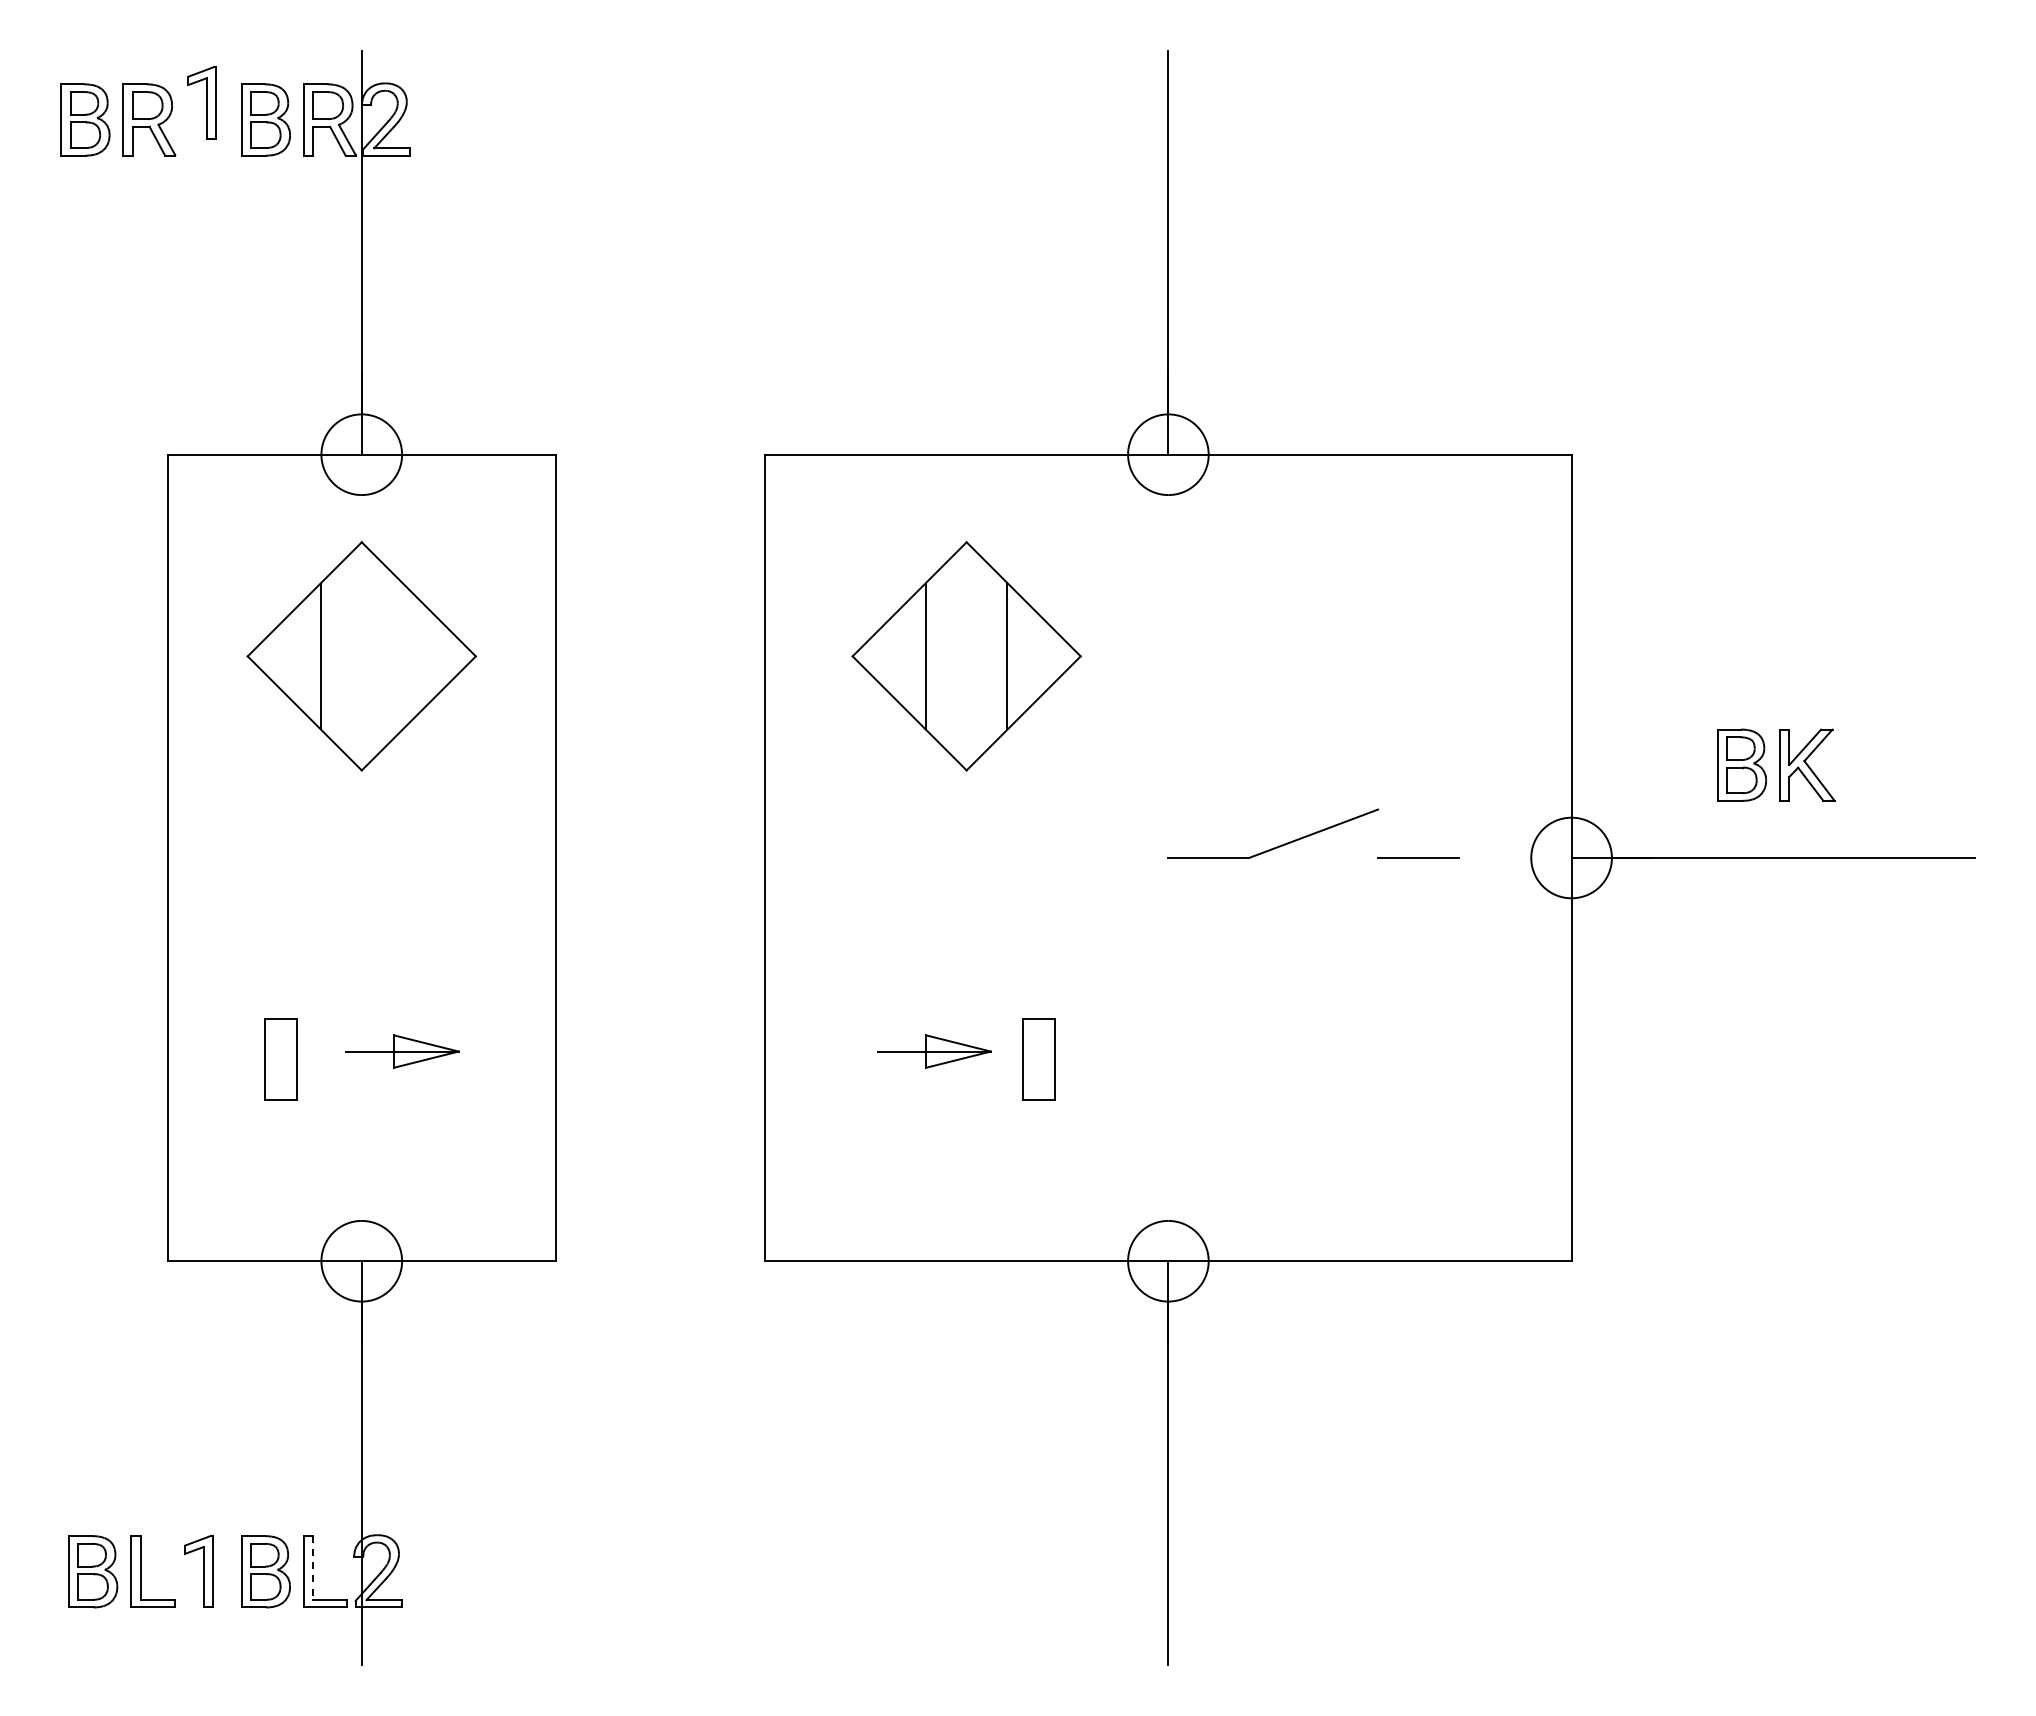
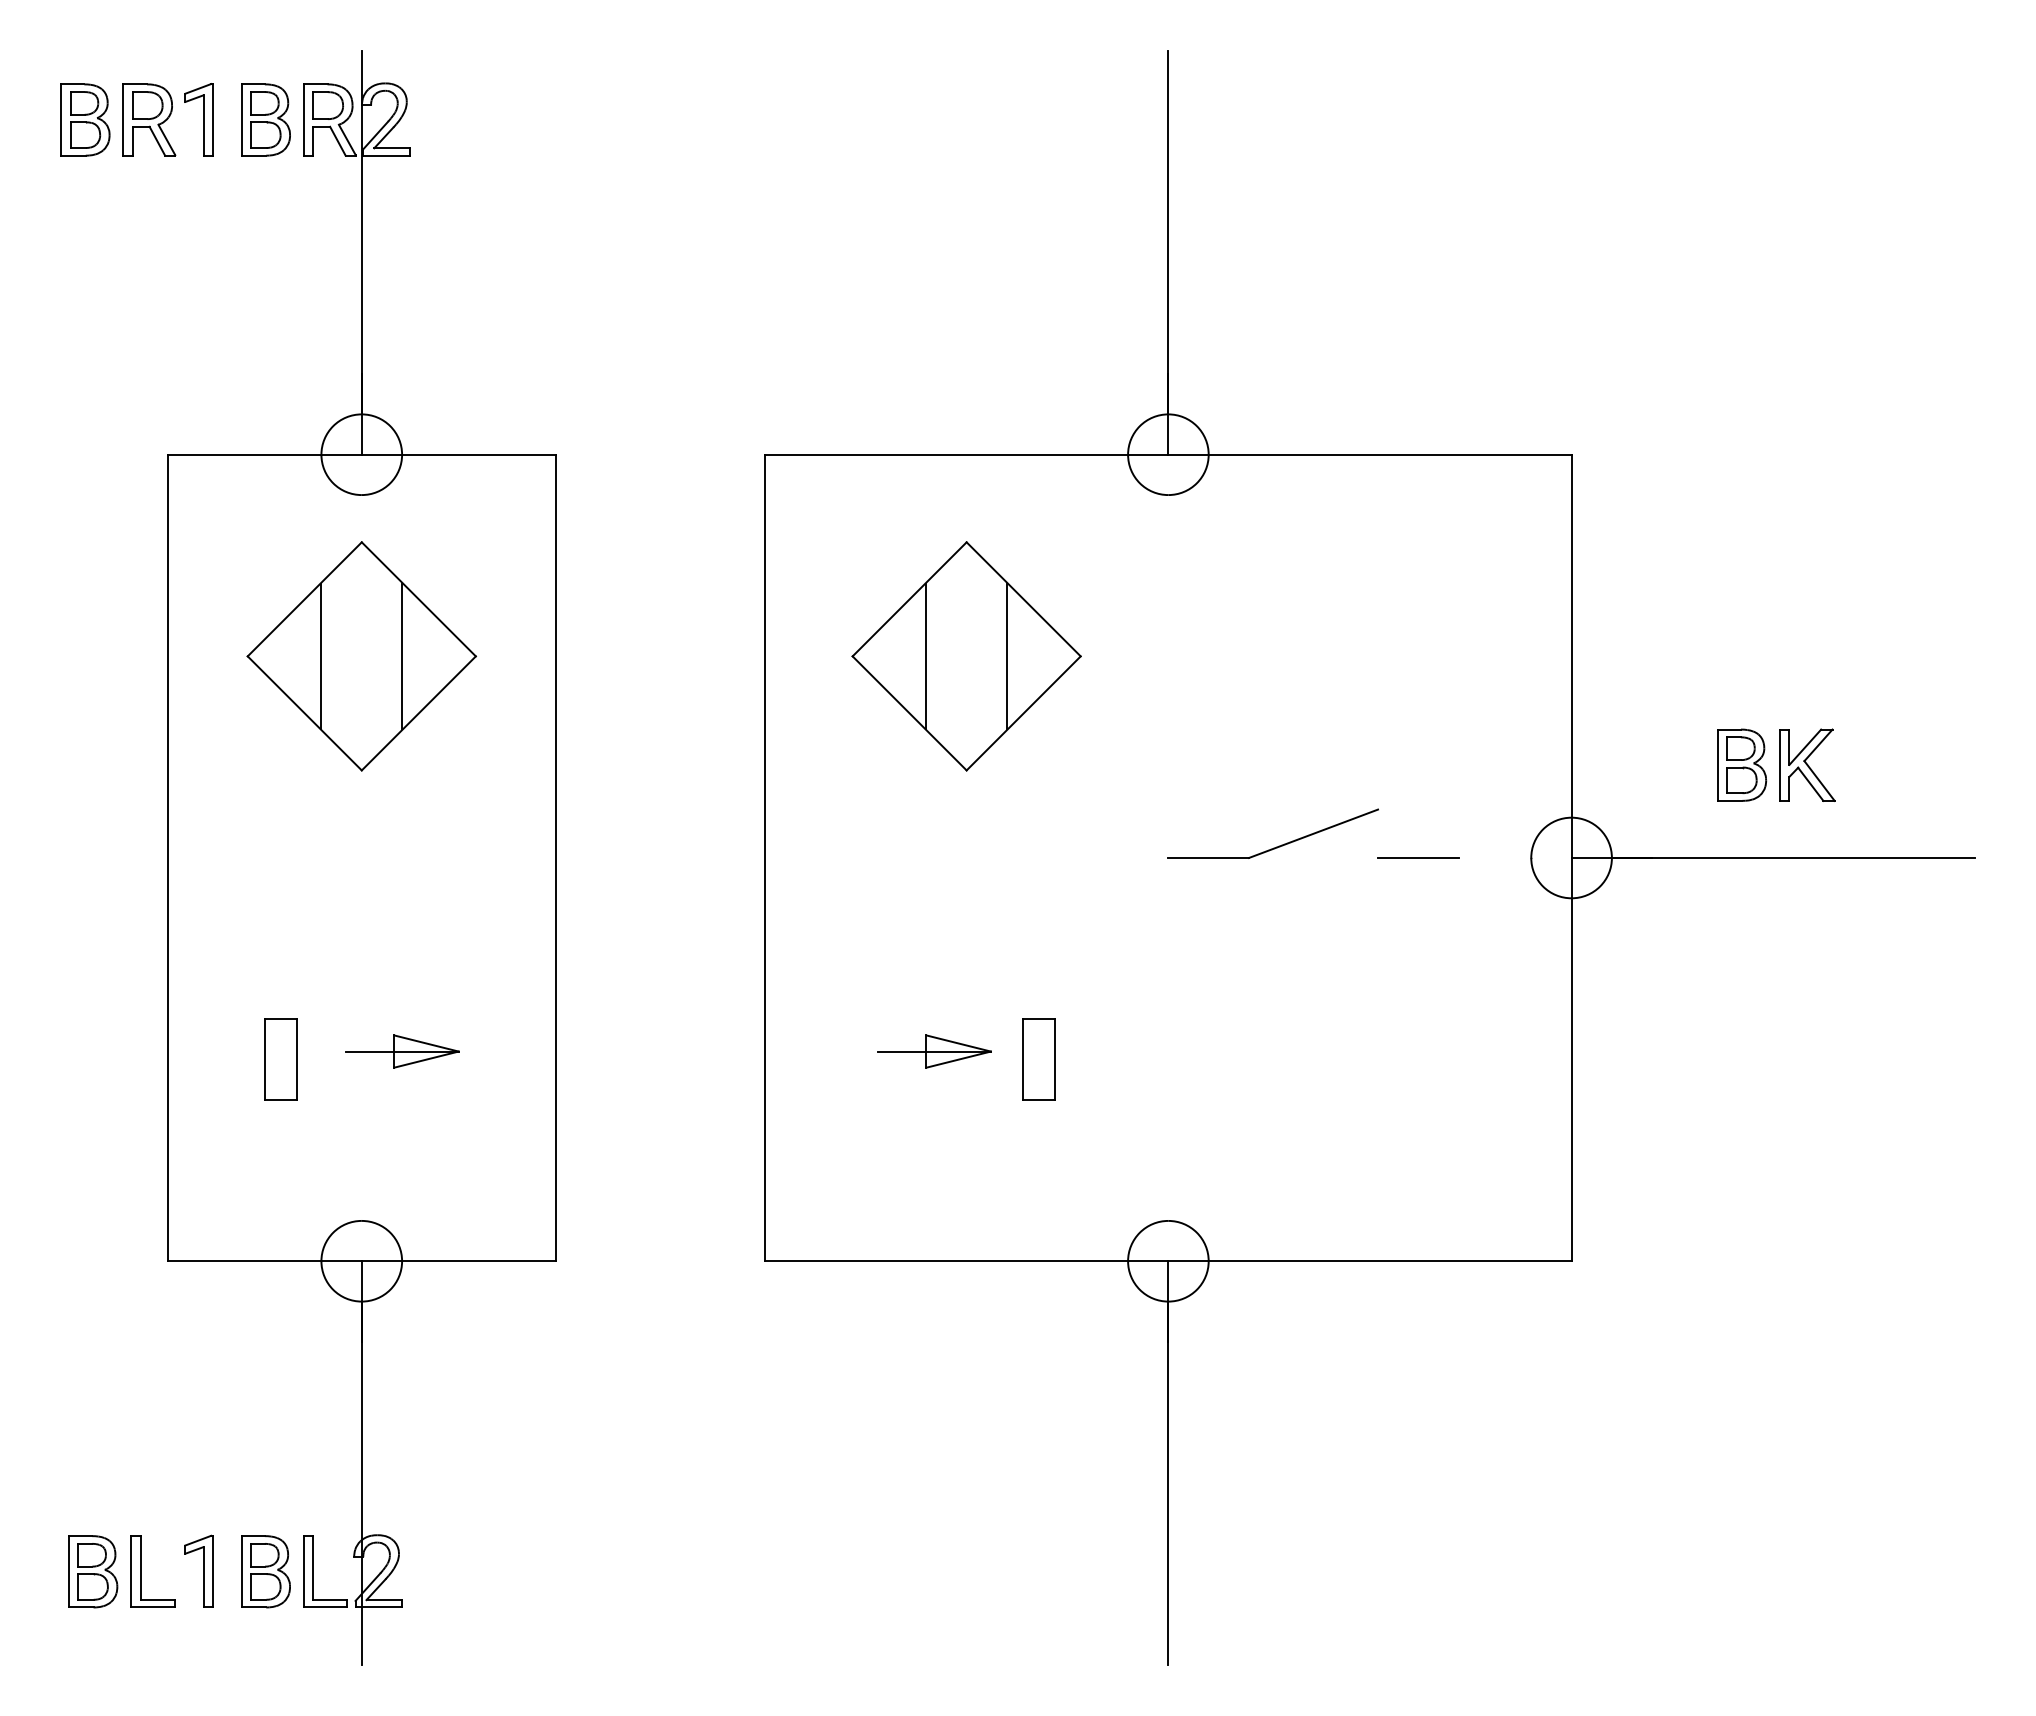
part at (201, 102) position: (201, 102) -> (198, 119)
line at (402, 655): none -> present
line at (313, 1567): dashed -> solid
